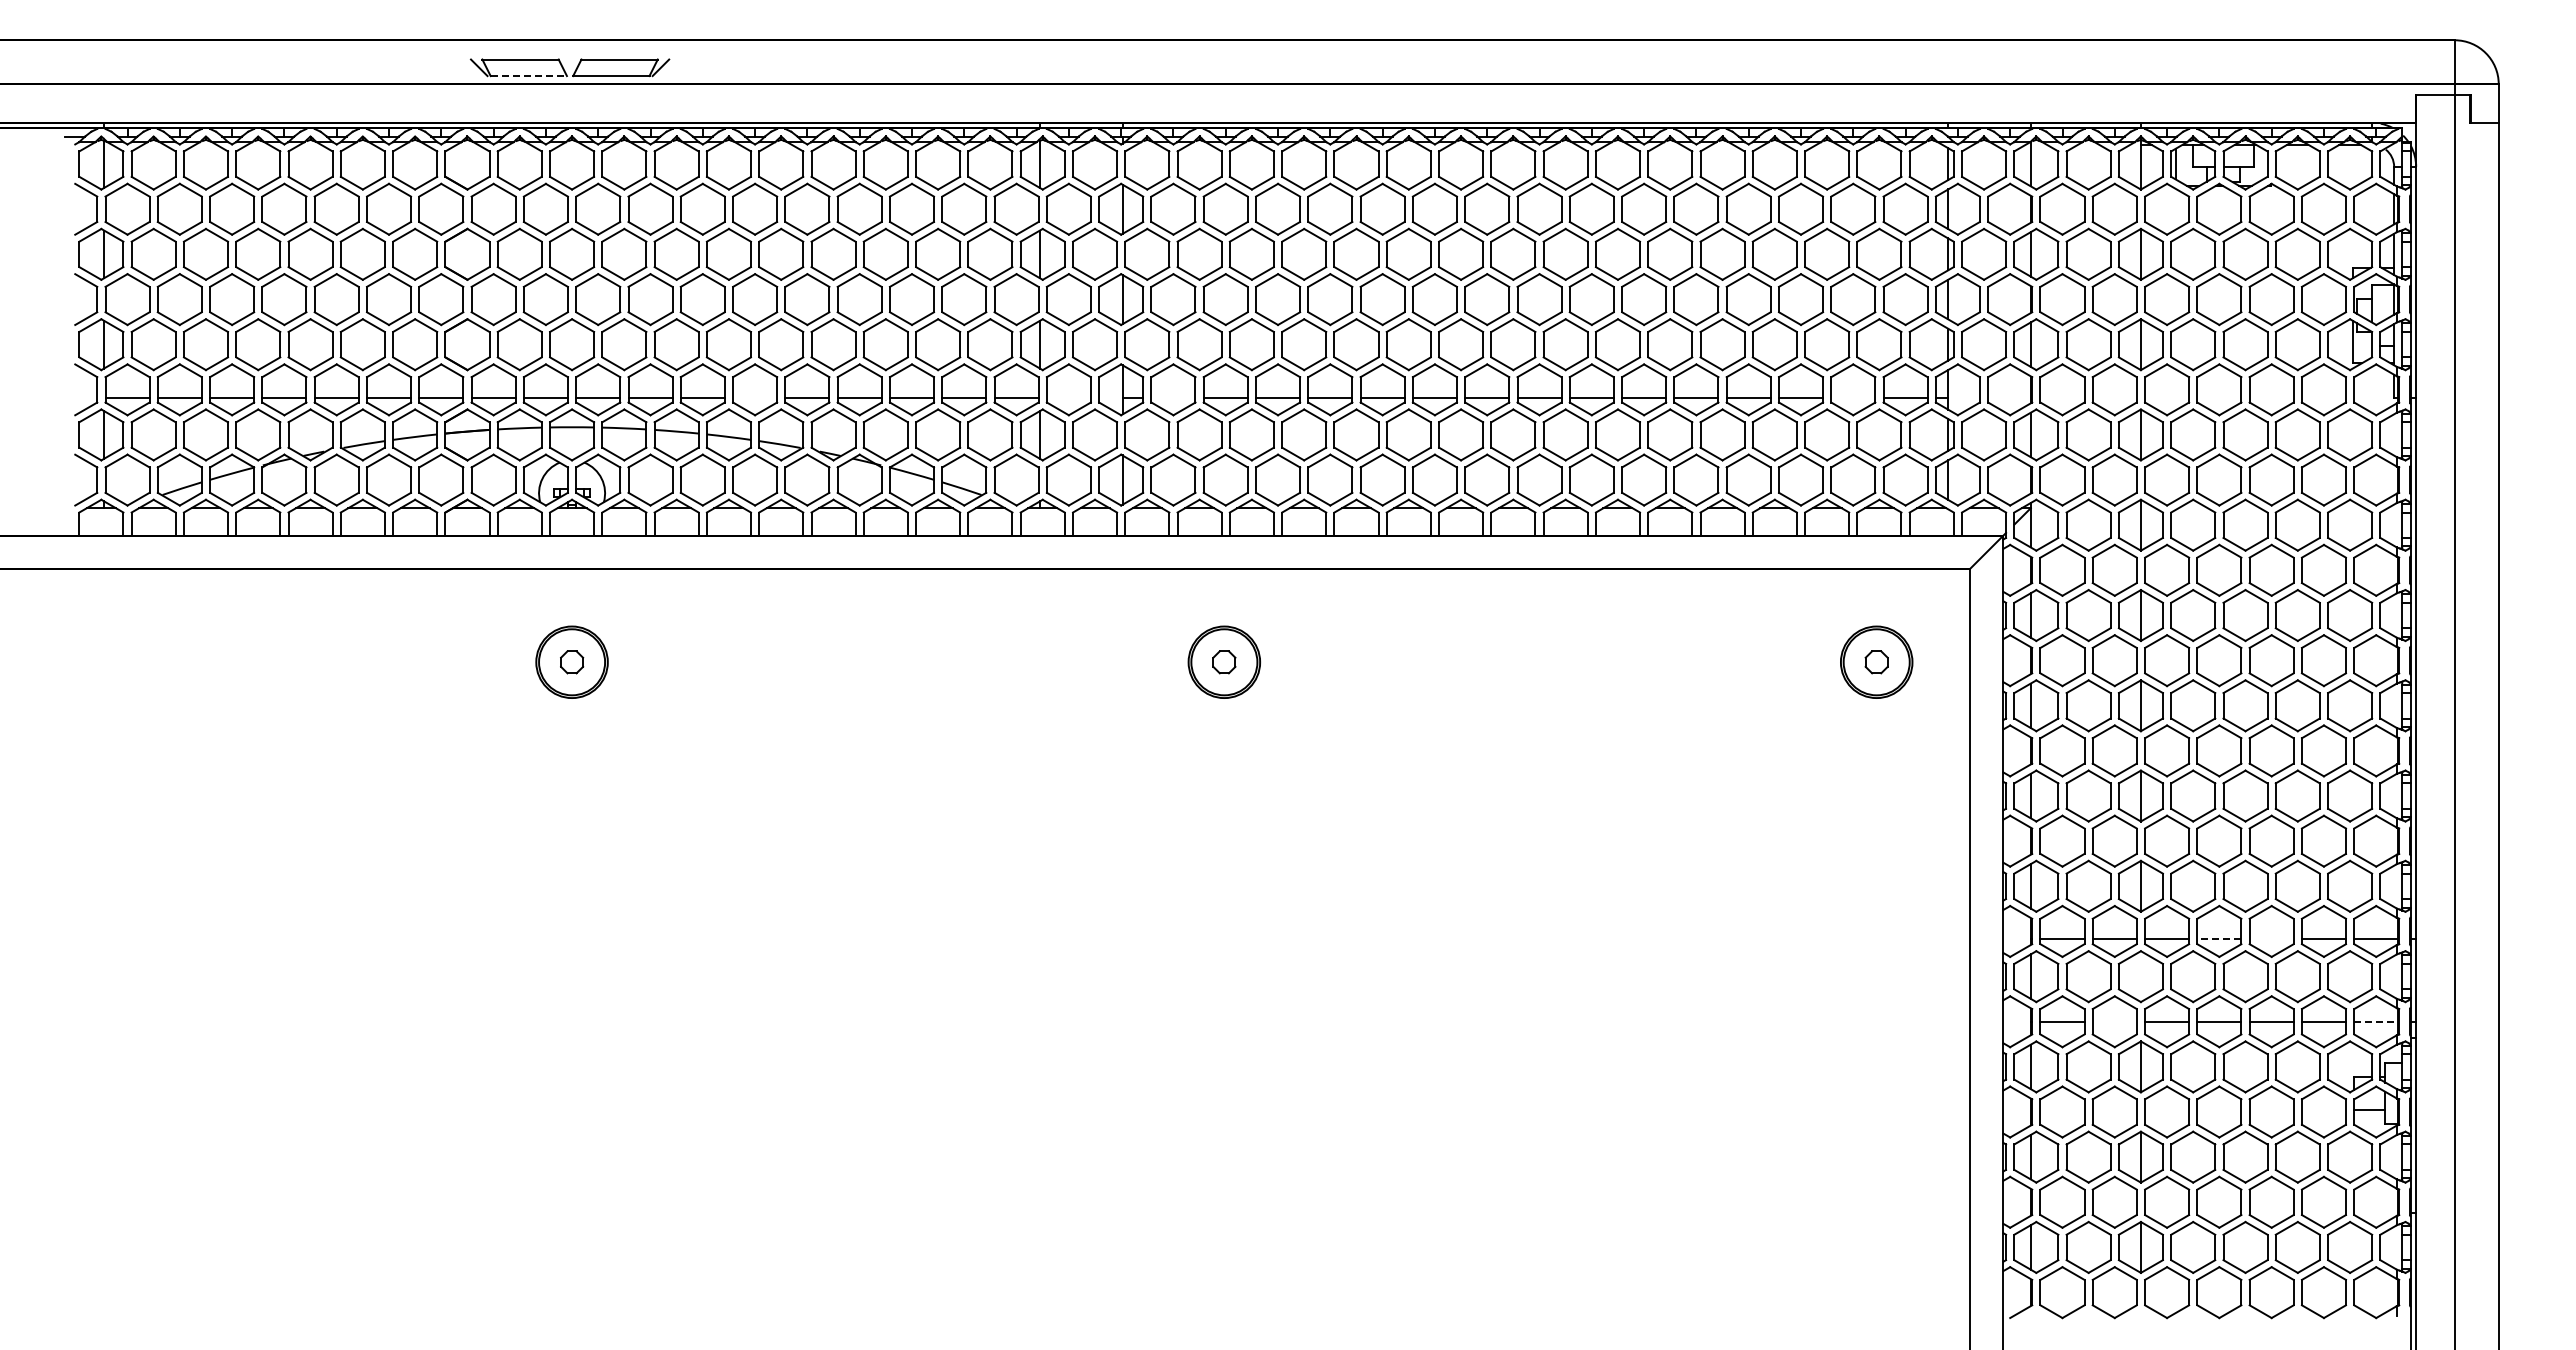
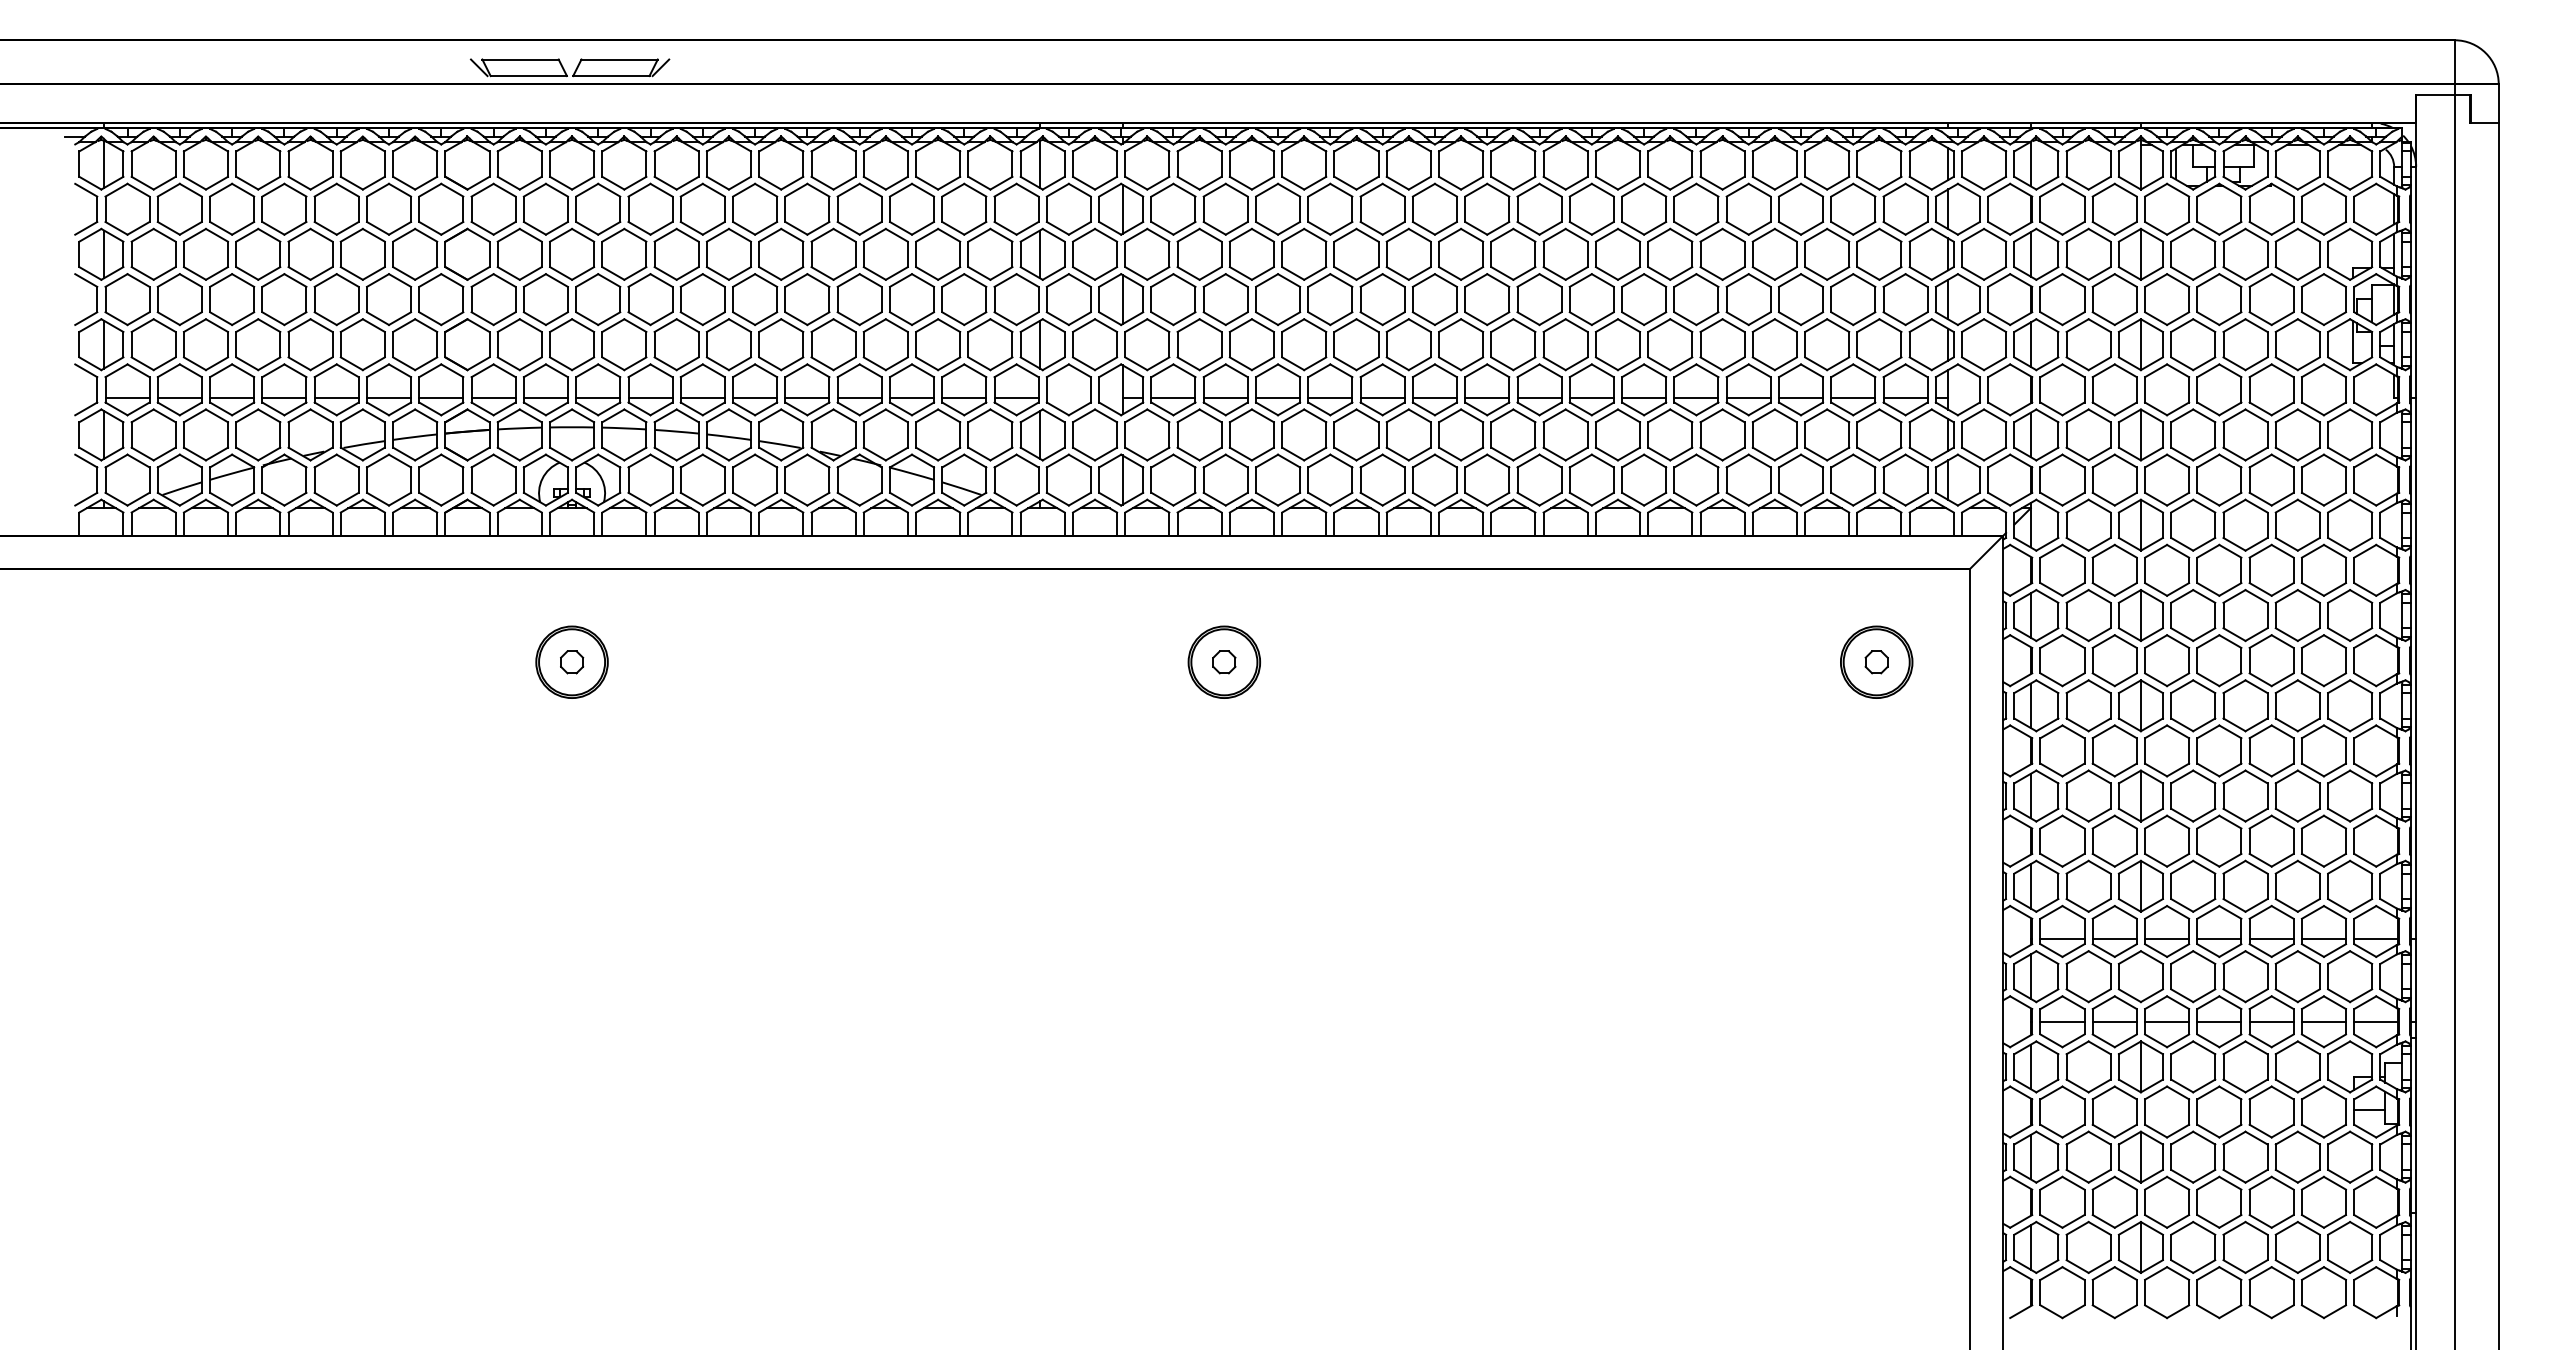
line at (529, 76): dashed -> solid
line at (755, 398): none -> present
line at (1173, 398): none -> present
line at (1853, 398): none -> present
line at (2218, 939): dashed -> solid
line at (2271, 939): none -> present
line at (2114, 1021): none -> present
line at (2376, 1021): dashed -> solid
